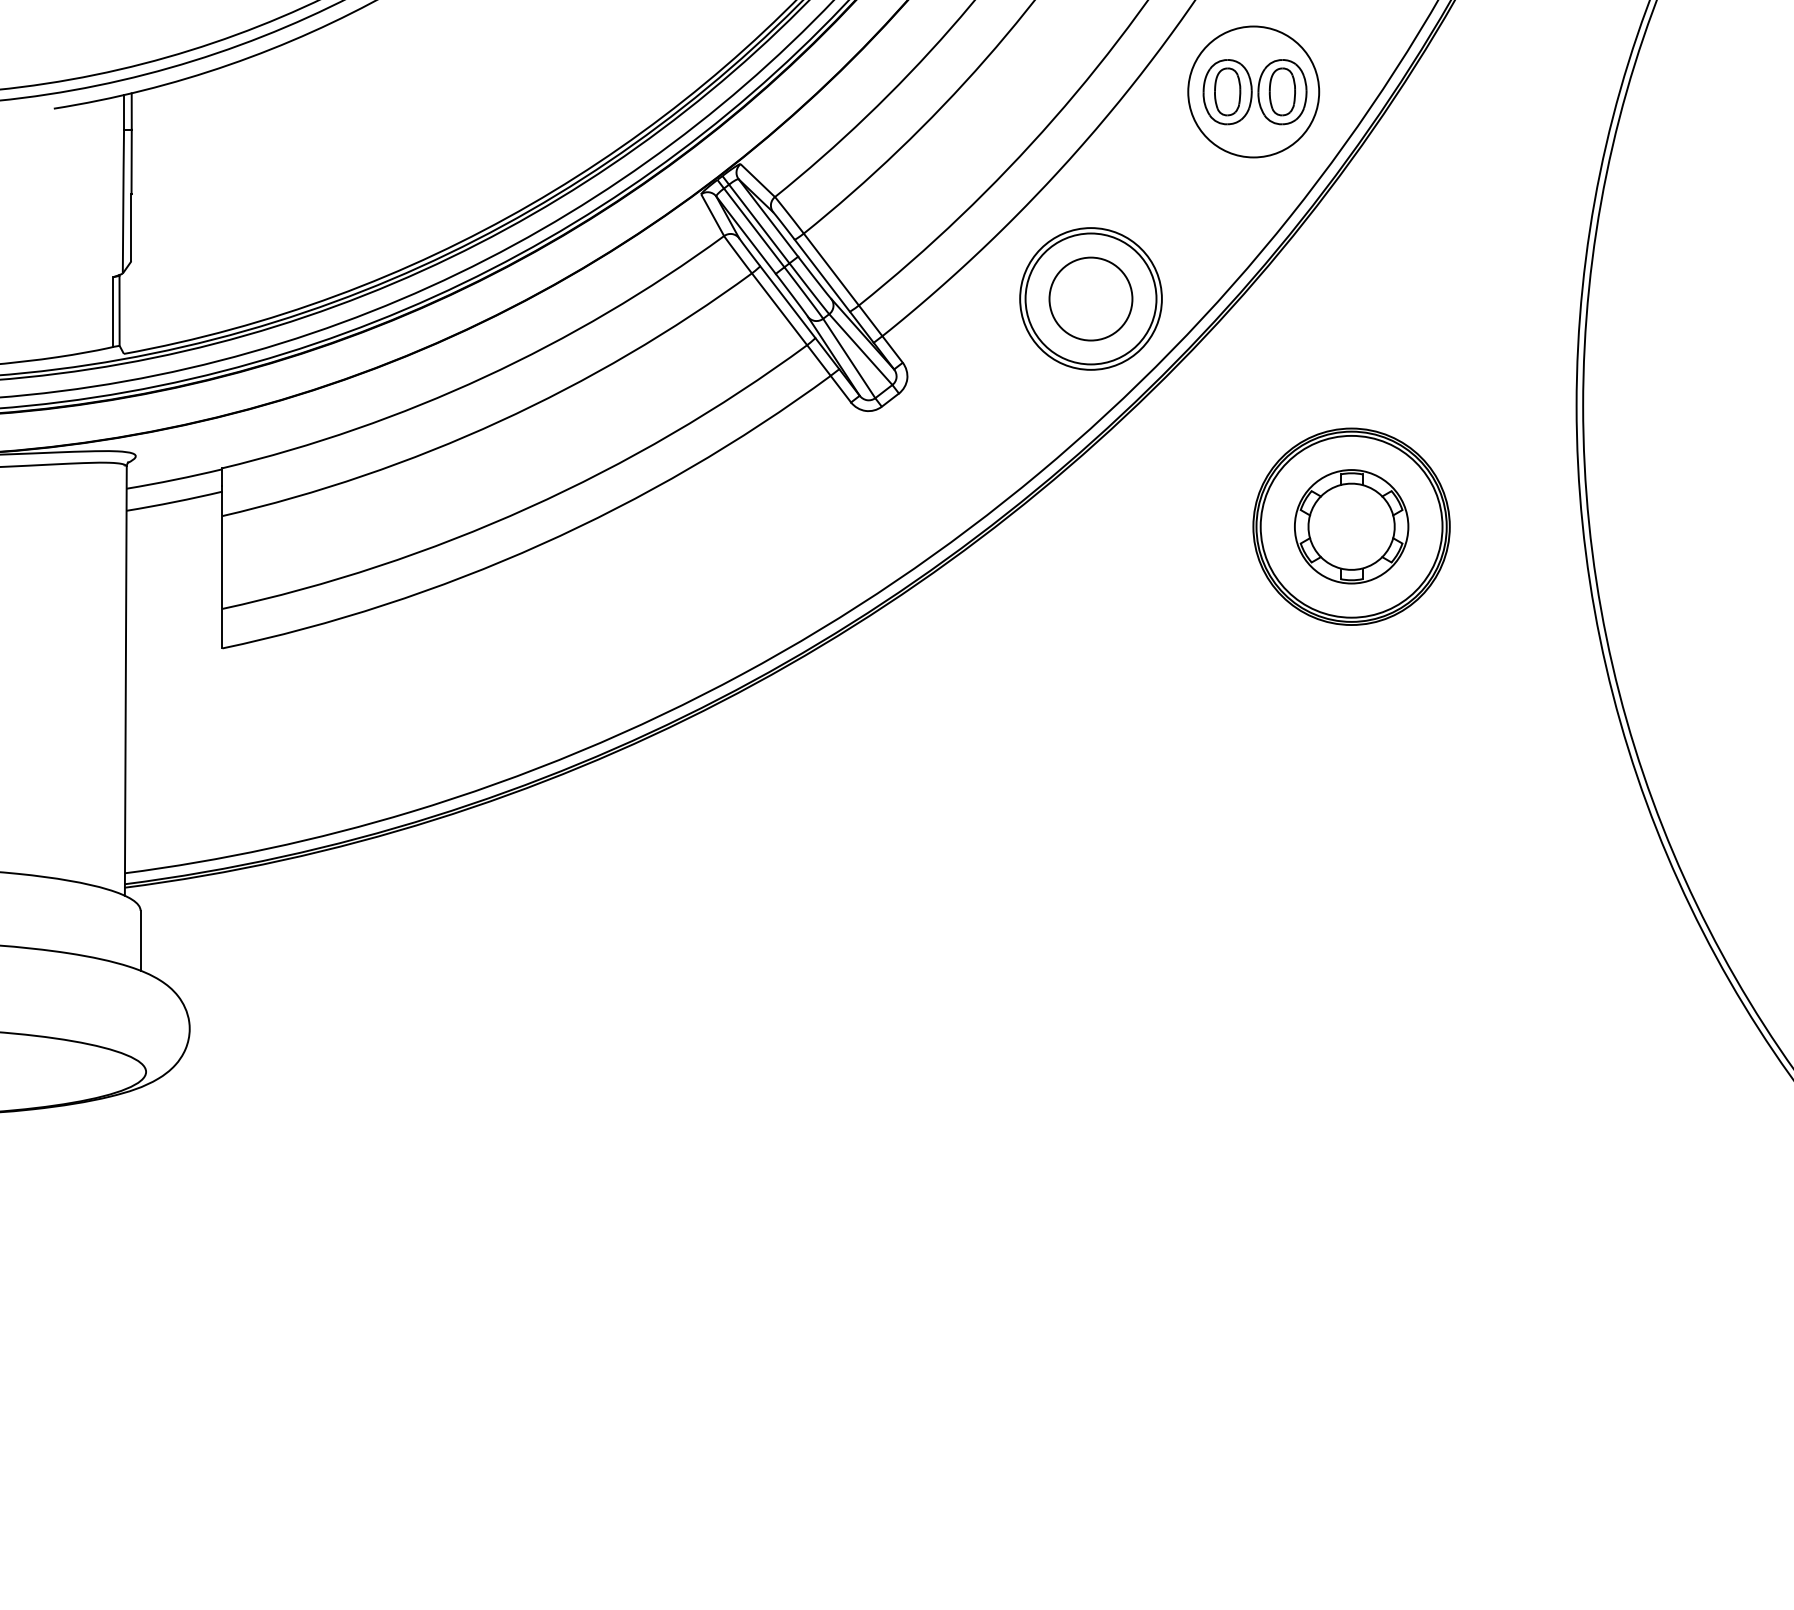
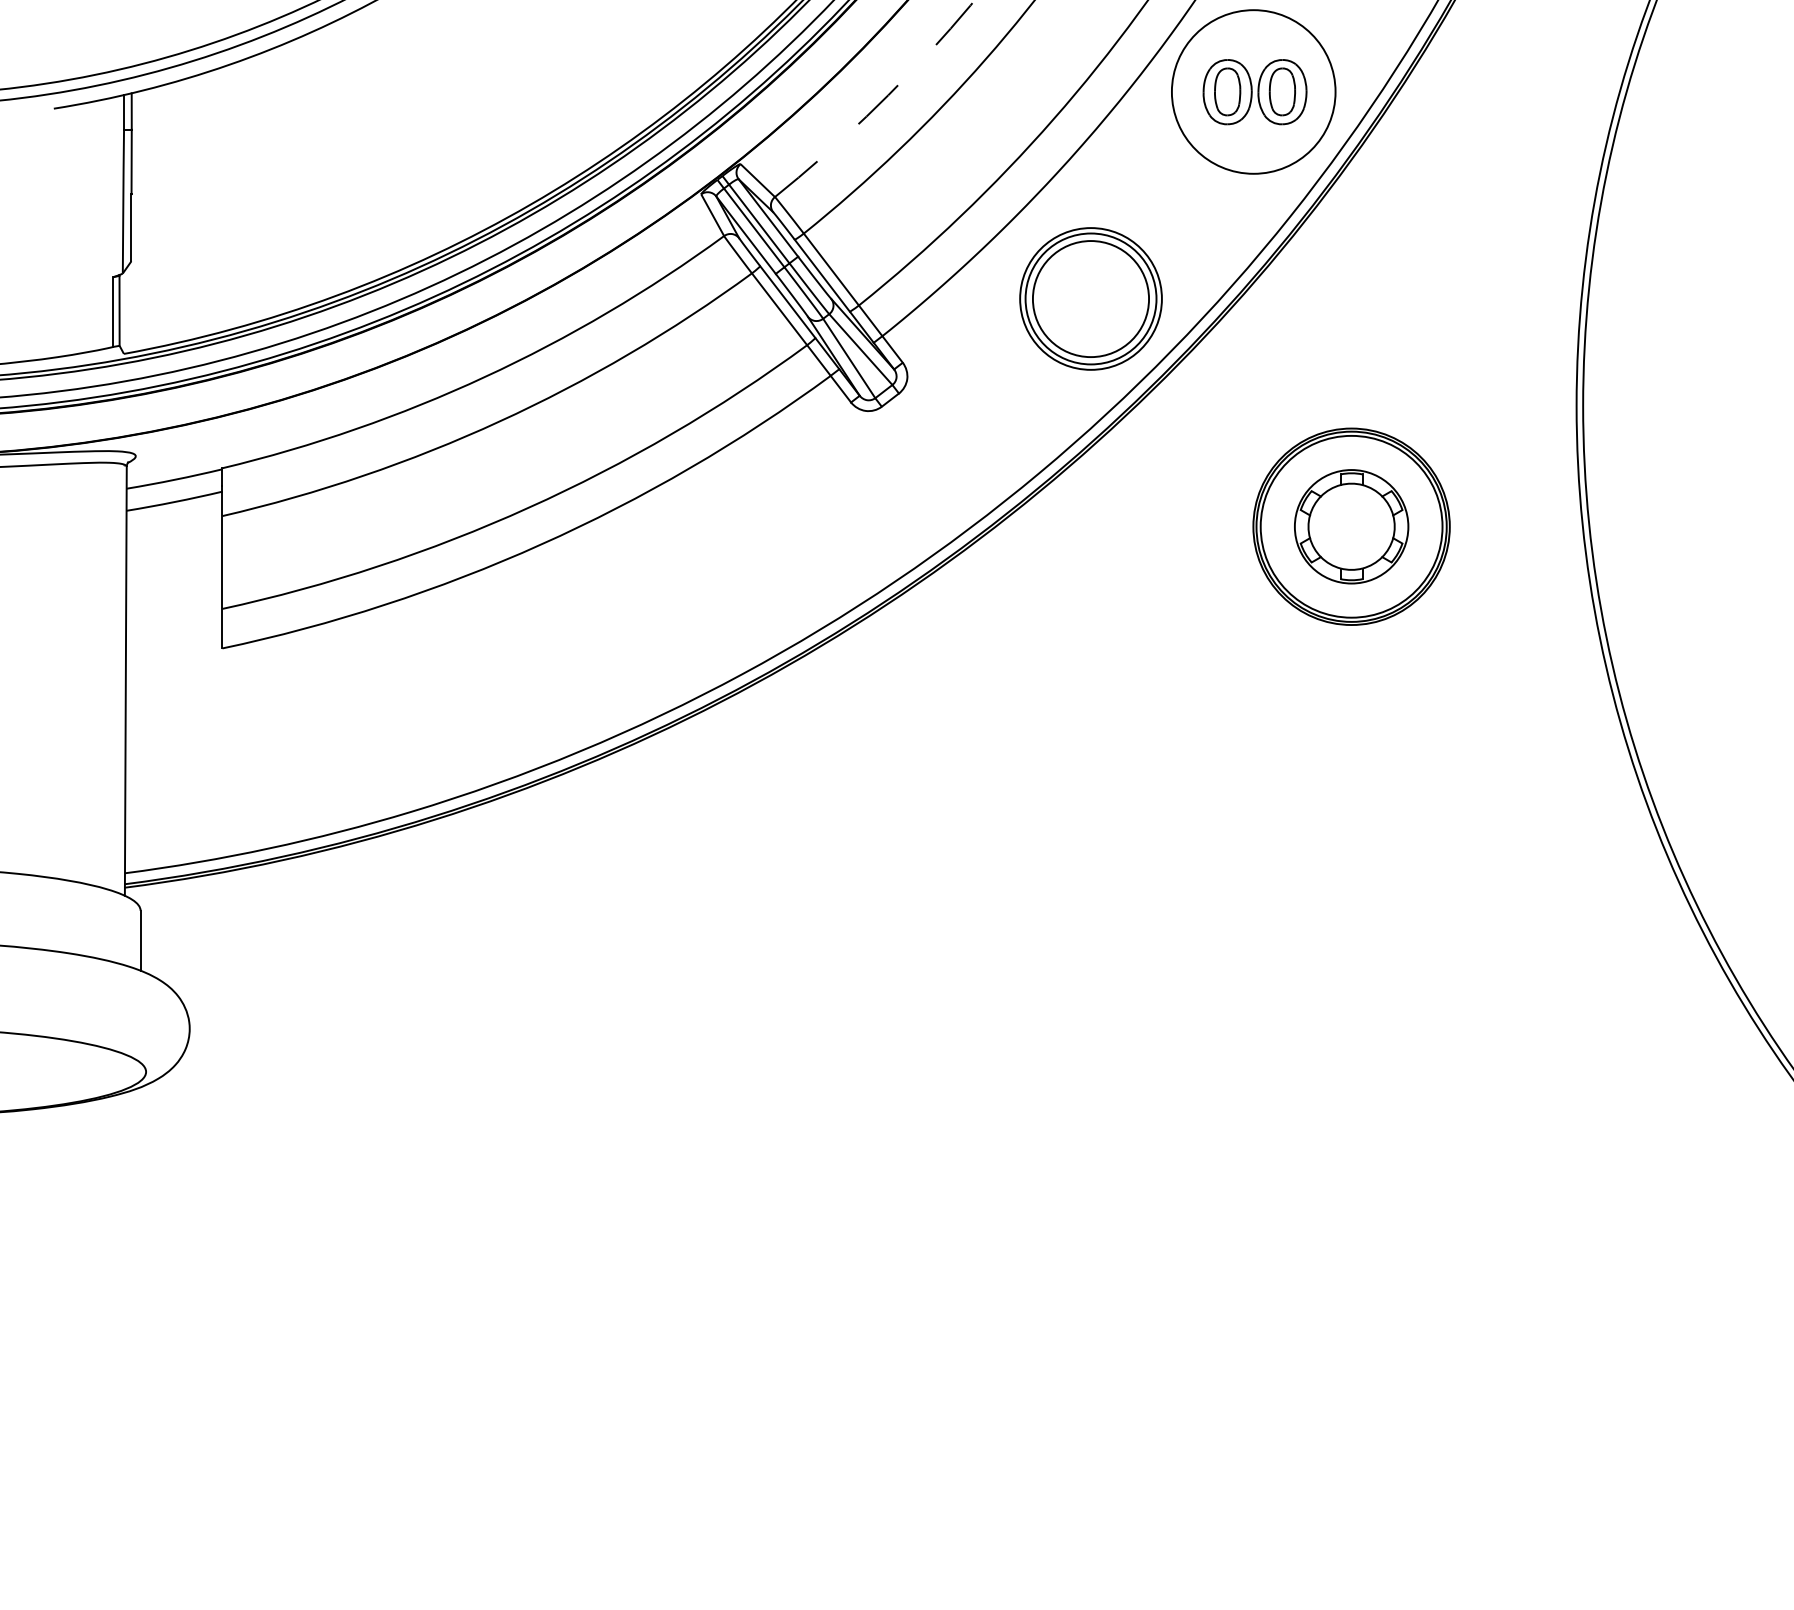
circle at (1253, 91) diameter: 131 px -> 164 px
arc at (880, 102): solid -> dashed
circle at (1090, 298) diameter: 83 px -> 116 px
